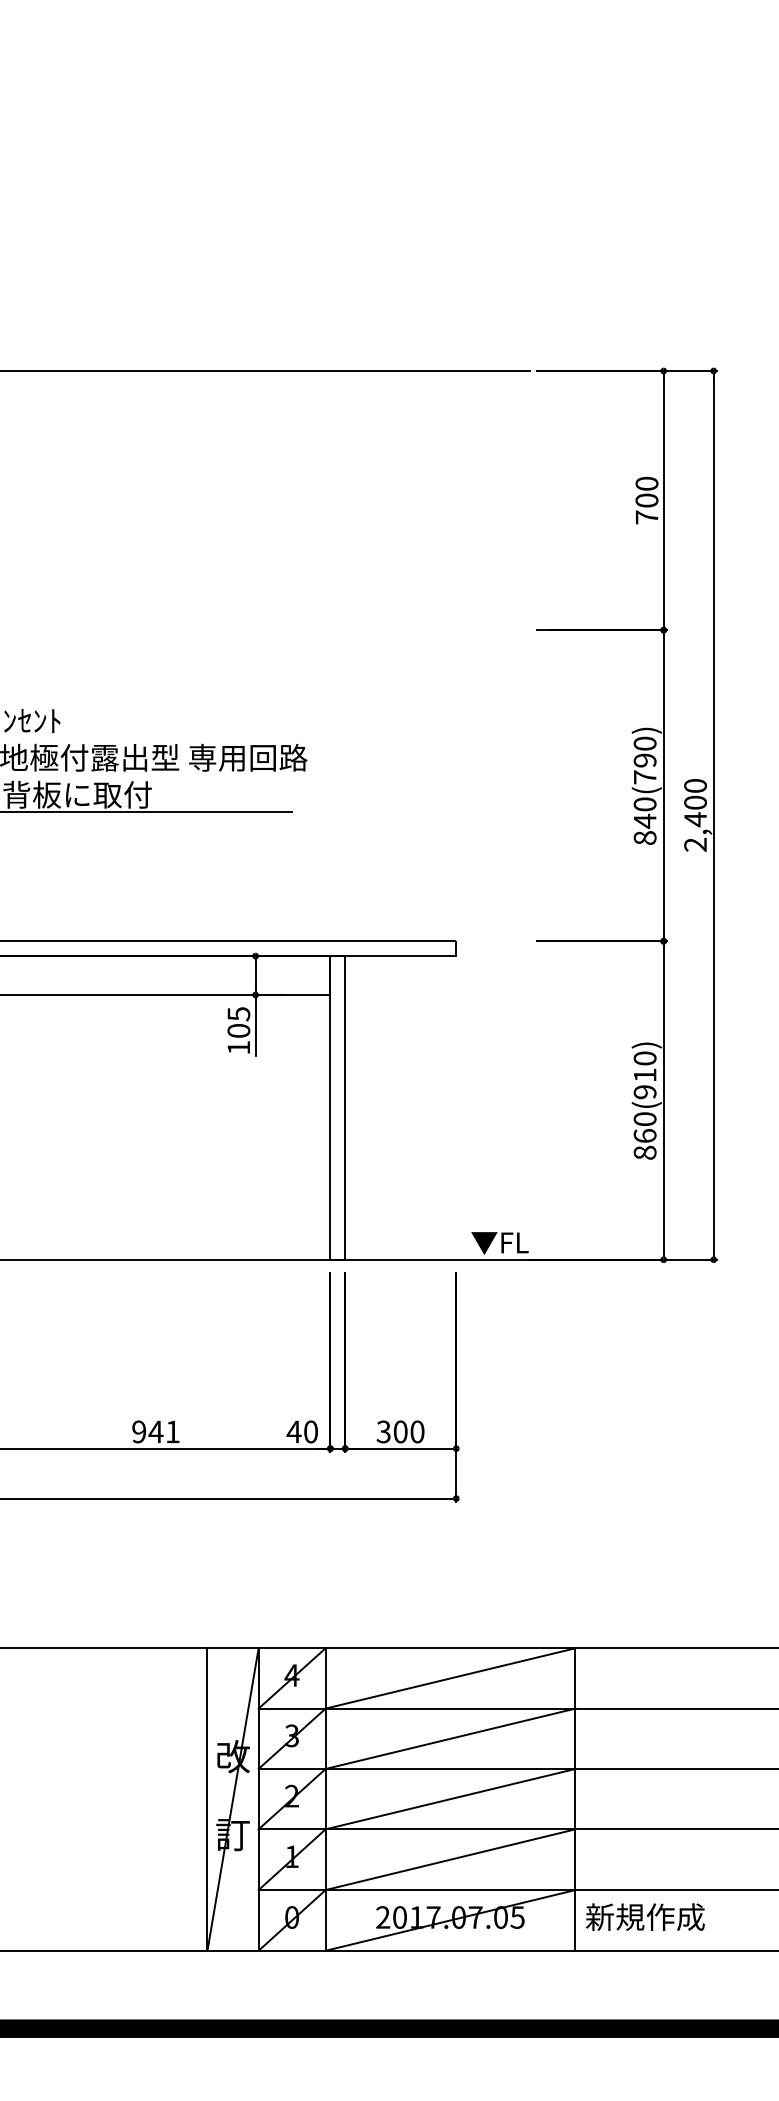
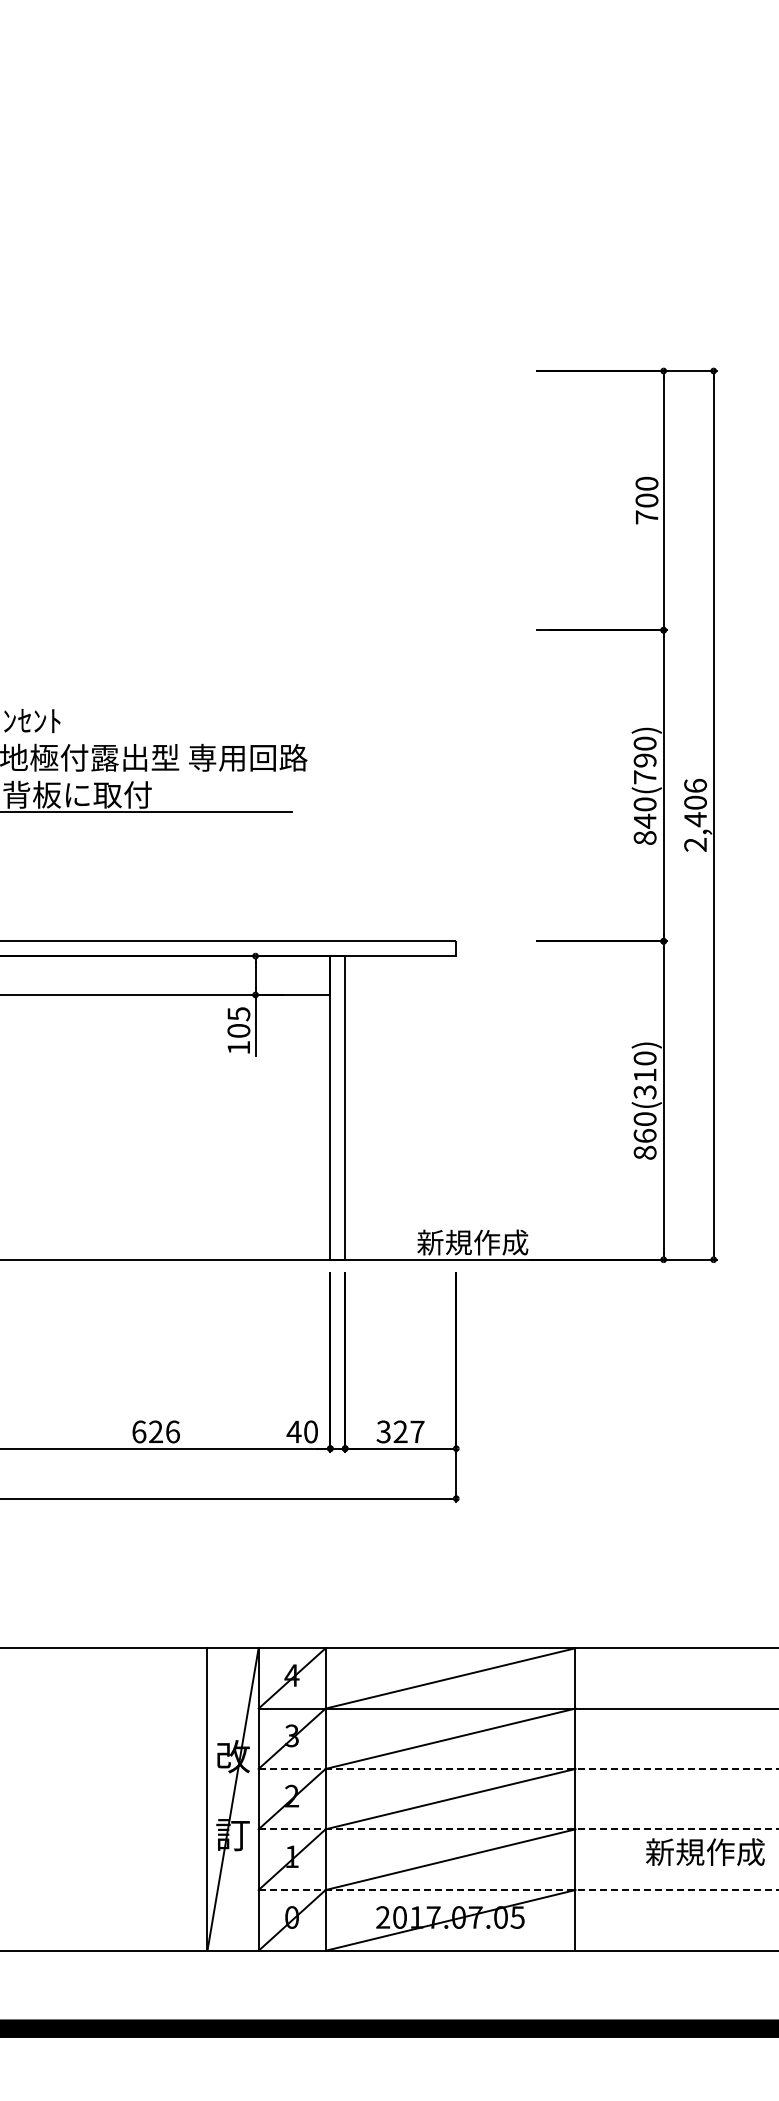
line at (266, 371): present -> none
text at (695, 785): 2,400 -> 2,406
text at (645, 1092): 860(910) -> 860(310)
text at (472, 1242): ▼FL -> 新規作成
text at (155, 1431): 941 -> 626
text at (408, 1431): 300 -> 327
line at (518, 1768): solid -> dashed
line at (518, 1829): solid -> dashed
line at (518, 1890): solid -> dashed
text at (645, 1916) position: (645, 1916) -> (705, 1851)
